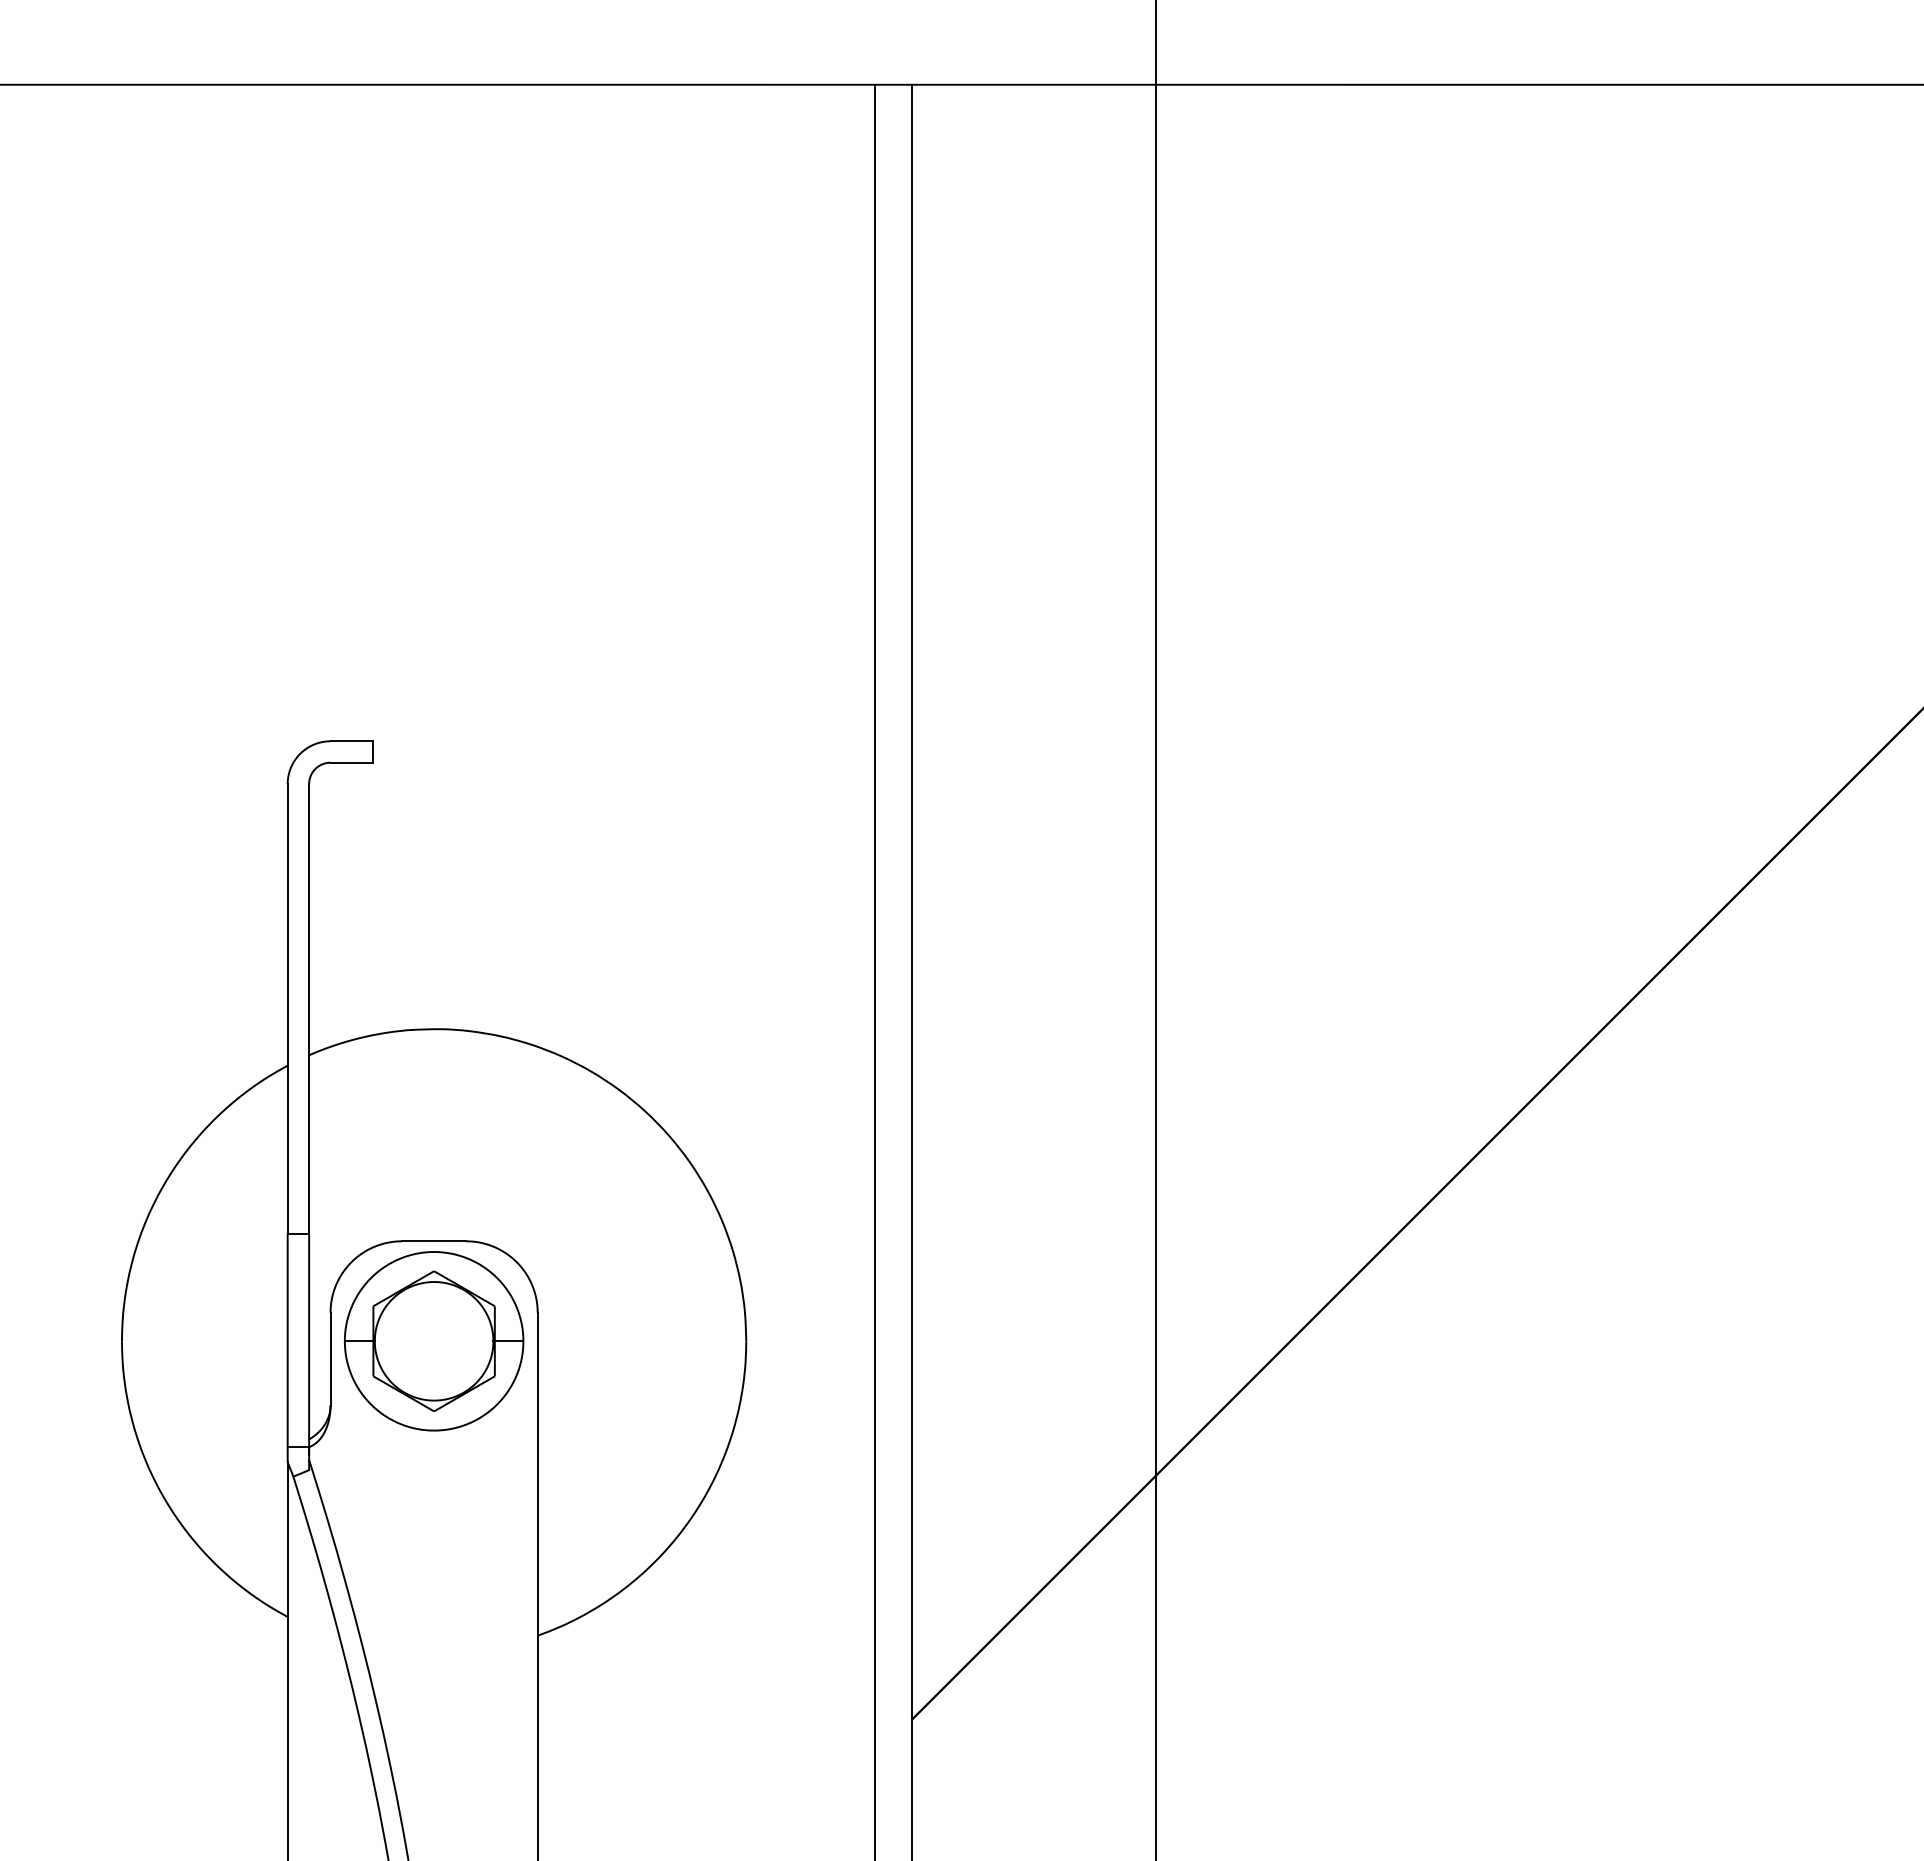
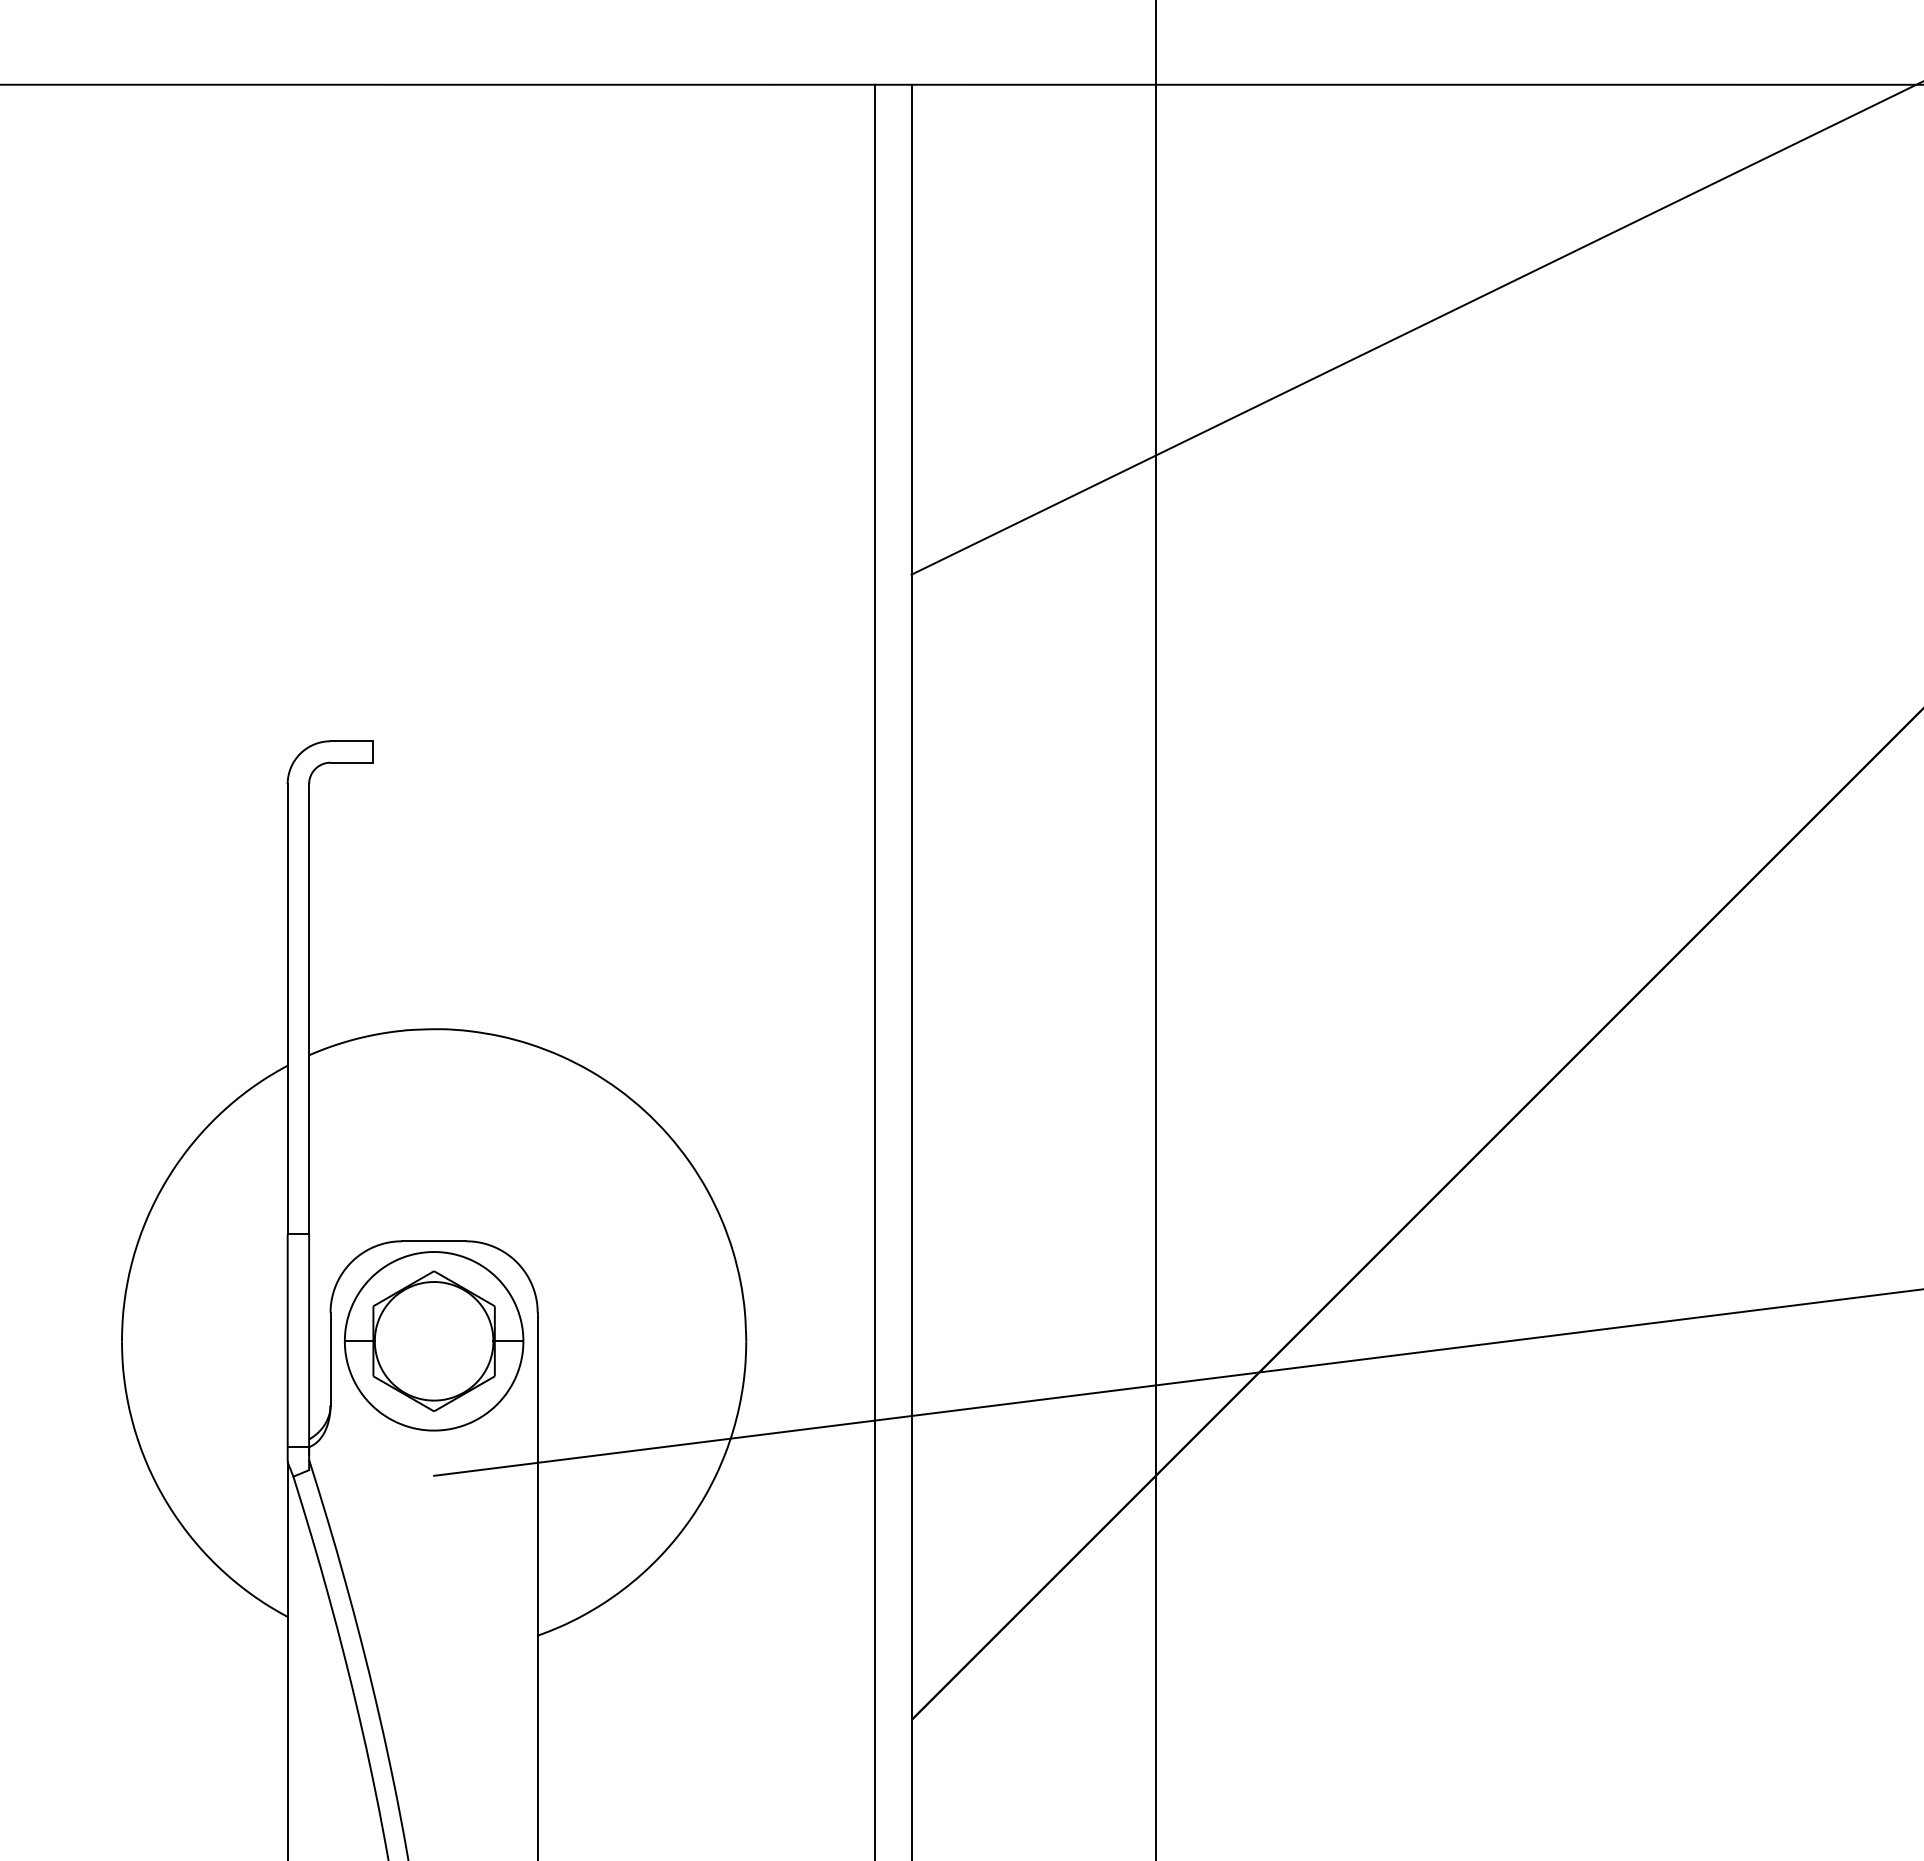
line at (1415, 328): none -> present
line at (1177, 1382): none -> present
